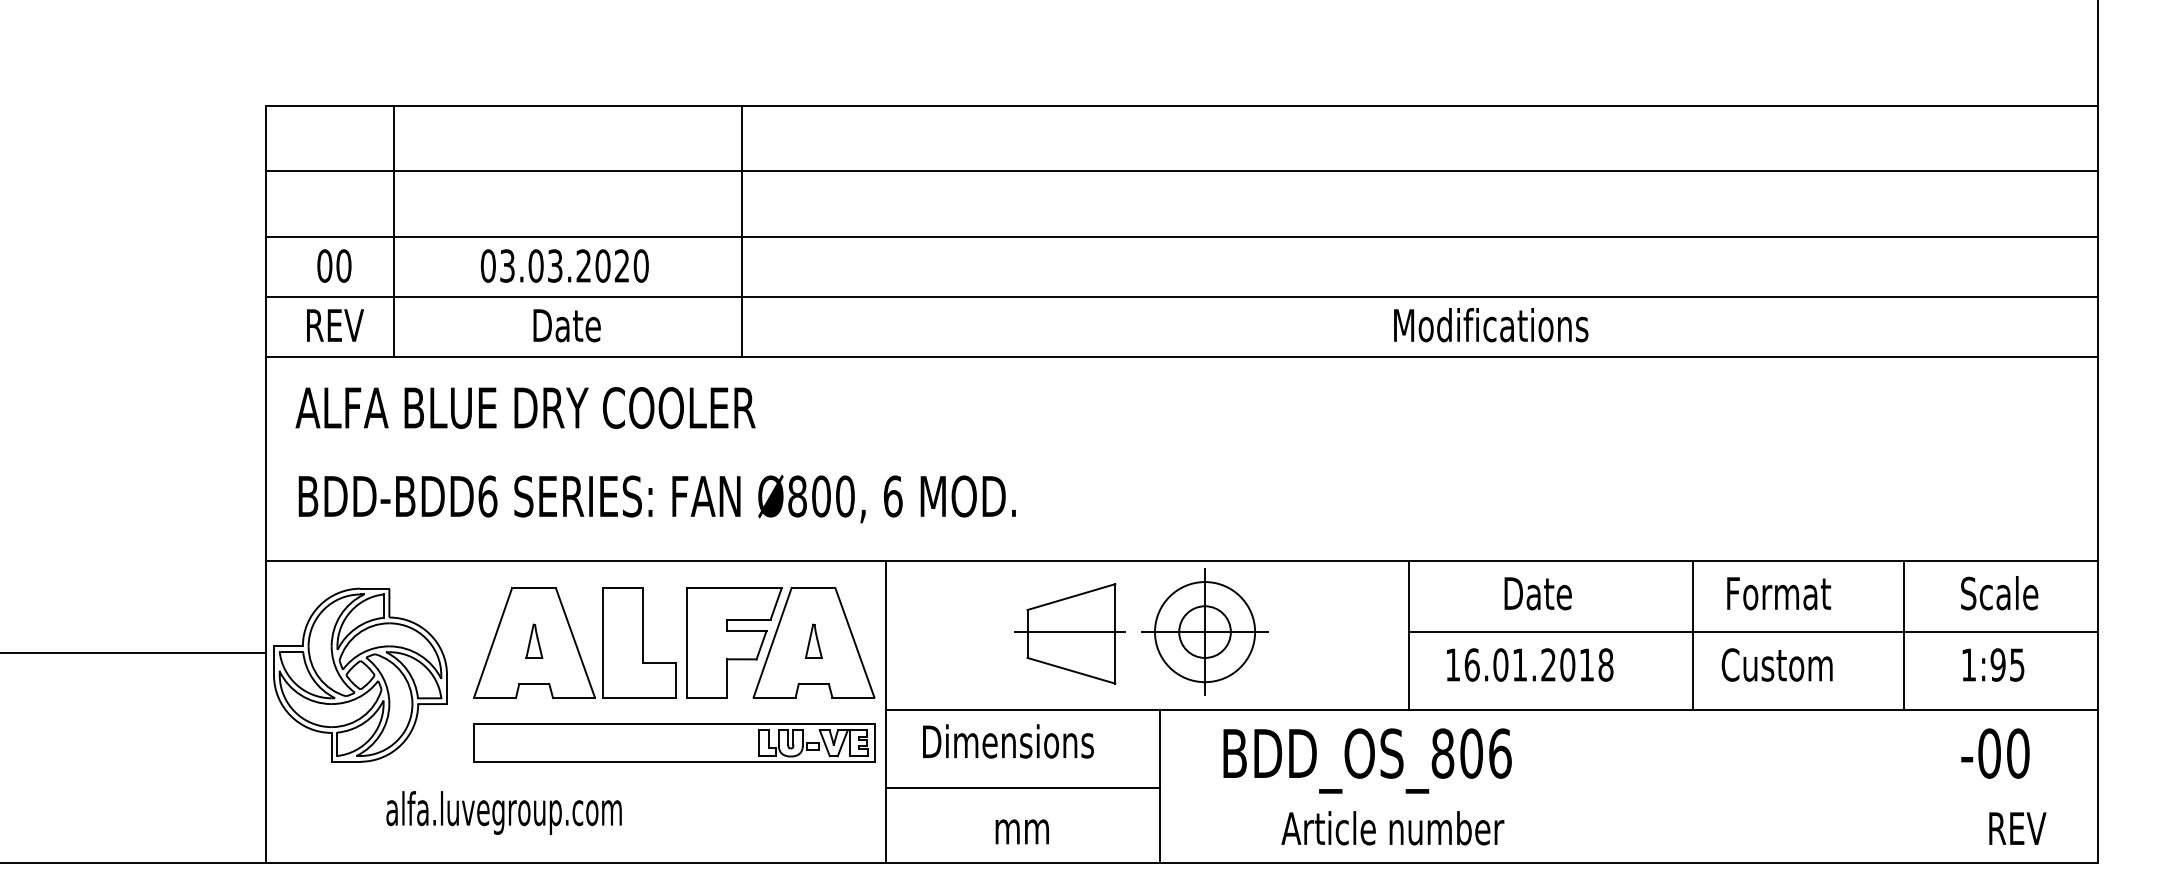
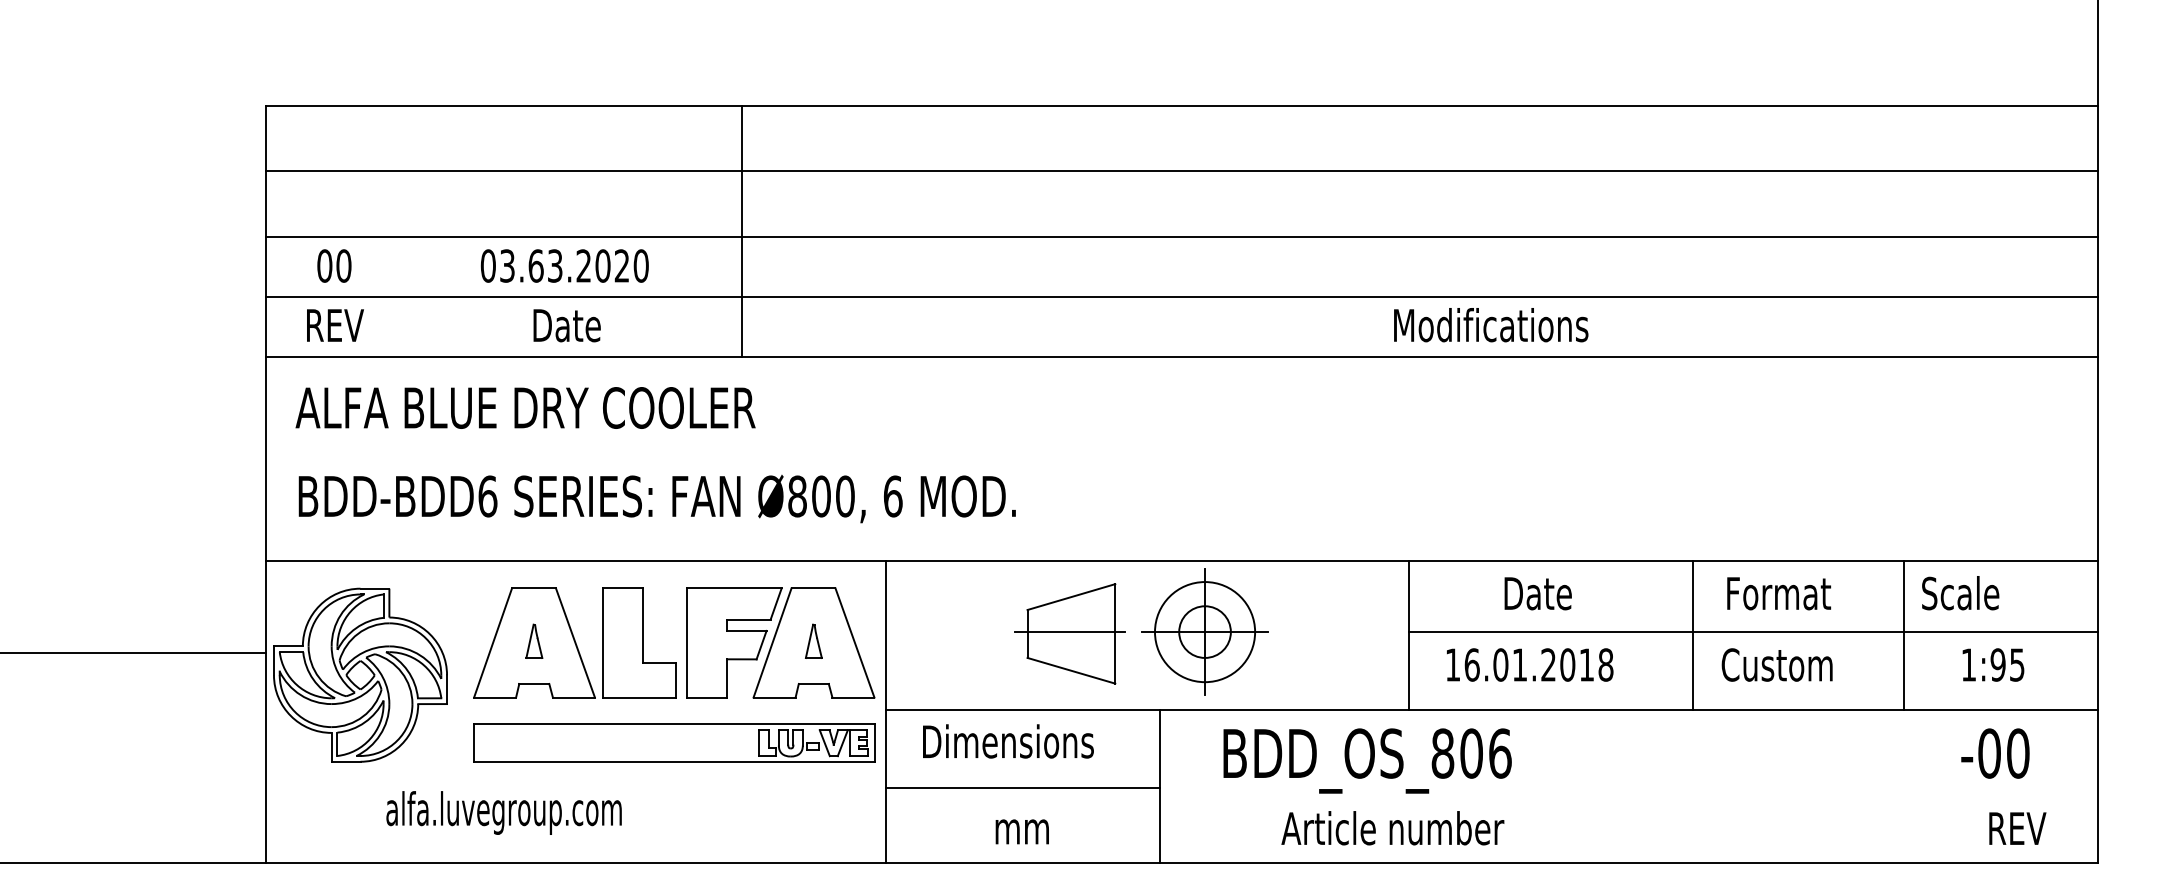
line at (394, 231): present -> none
text at (535, 265): 03.03.2020 -> 03.63.2020
text at (1999, 593) position: (1999, 593) -> (1960, 593)
